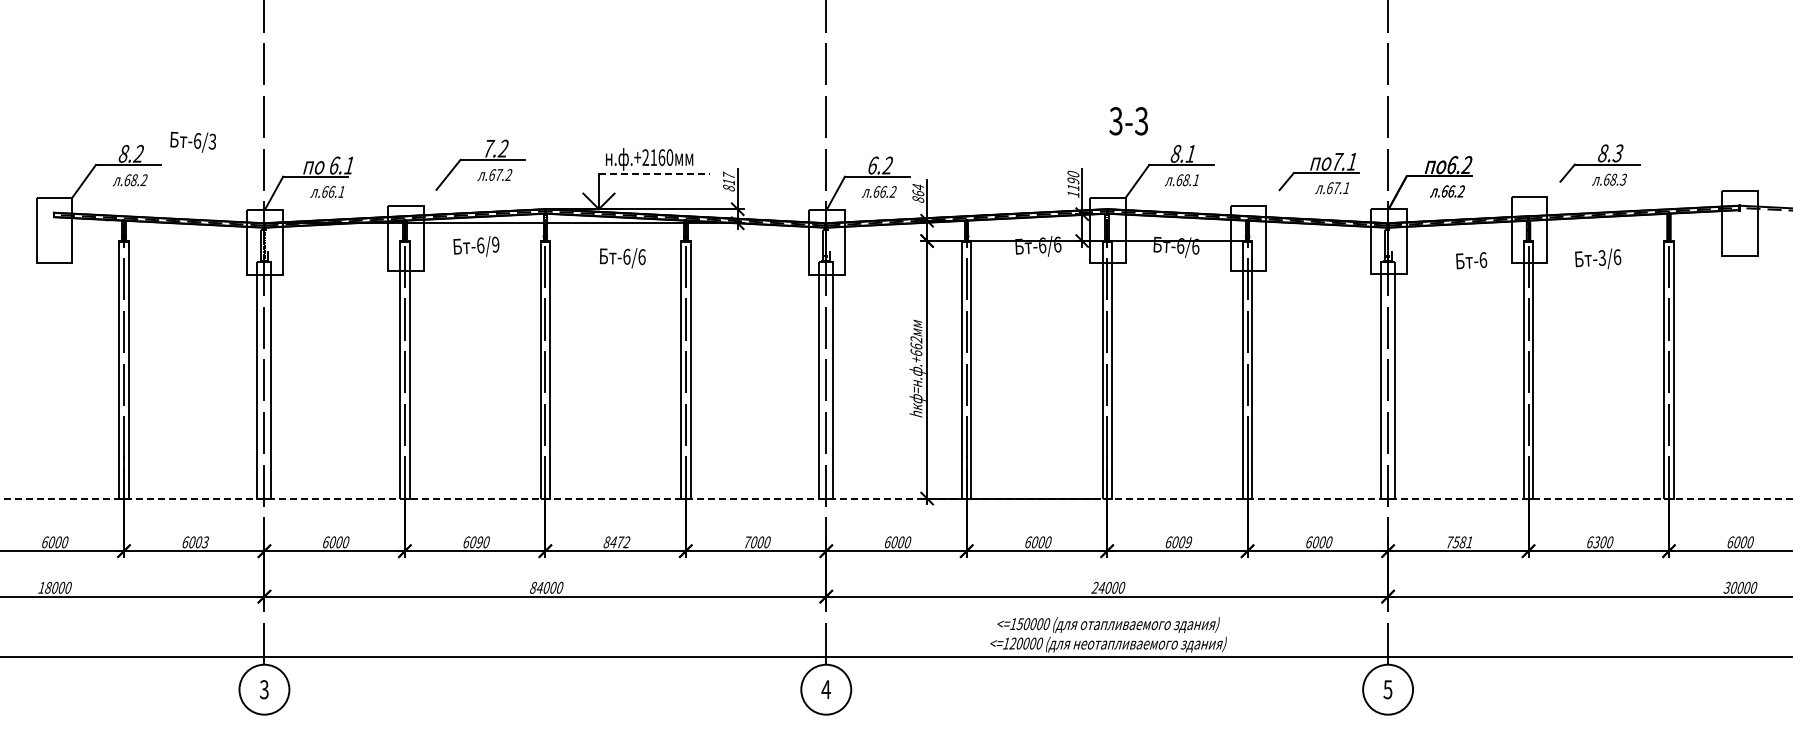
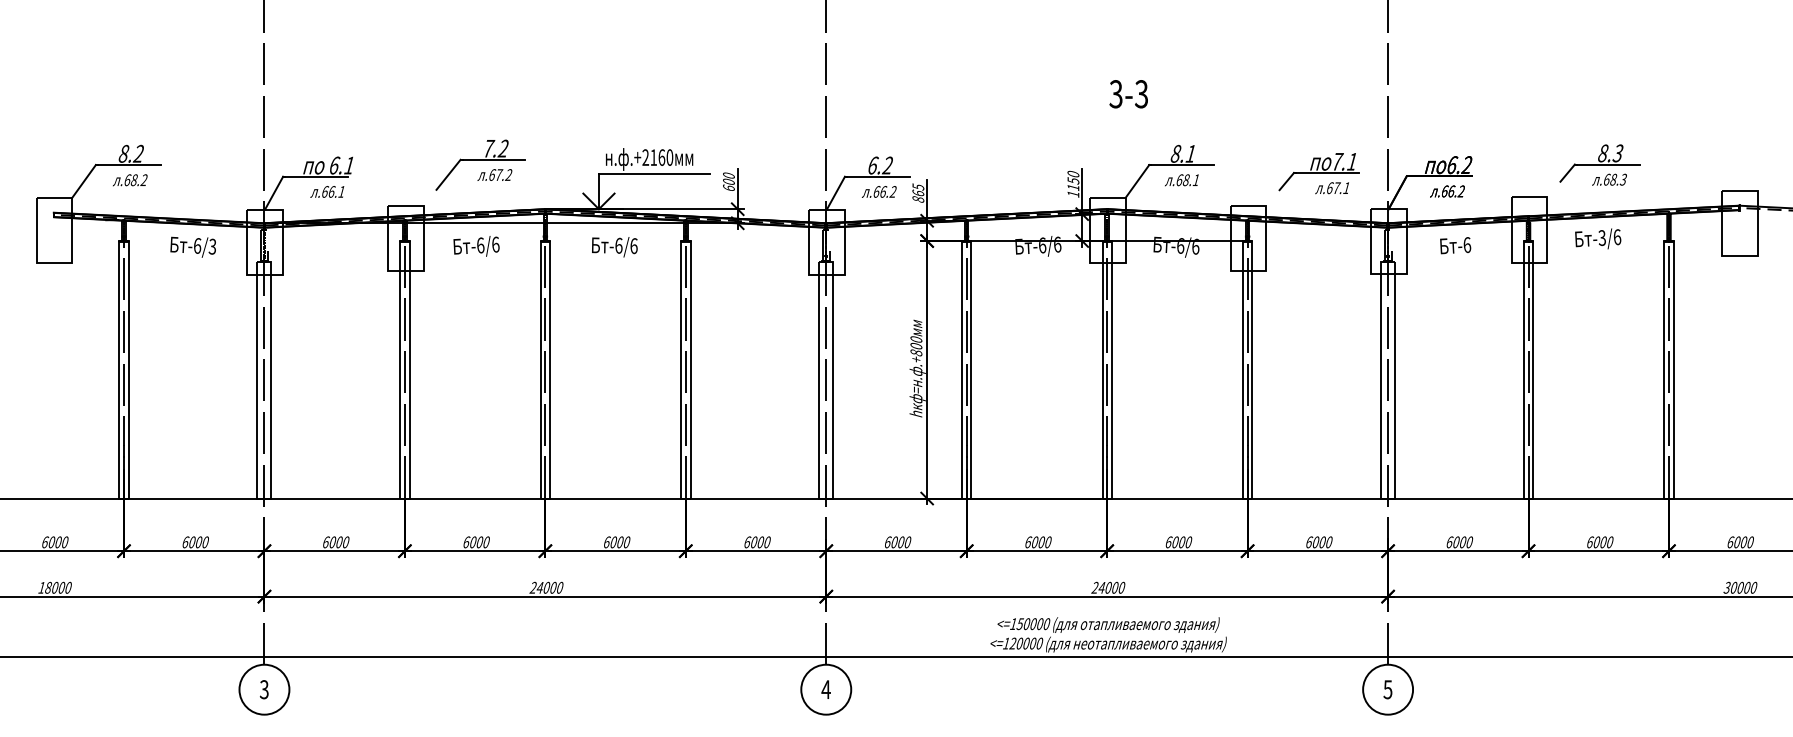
text at (1128, 121) position: (1128, 121) -> (1128, 94)
text at (192, 141) position: (192, 141) -> (192, 246)
line at (654, 174): dashed -> solid
text at (1073, 180): 1190 -> 1150
text at (728, 181): 817 -> 600
text at (918, 186): 864 -> 865
text at (495, 244): -6/9 -> -6/6
text at (622, 258) position: (622, 258) -> (614, 247)
text at (1598, 258) position: (1598, 258) -> (1598, 238)
text at (1471, 260) position: (1471, 260) -> (1455, 245)
text at (916, 346): .+662 -> .+800
line at (896, 498): dashed -> solid
text at (204, 542): 6003 -> 6000
text at (479, 542): 6090 -> 6000
text at (616, 542): 8472 -> 6000
text at (747, 542): 7000 -> 6000
text at (1188, 542): 6009 -> 6000
text at (1459, 542): 7581 -> 6000
text at (1596, 542): 6300 -> 6000
text at (532, 587): 84000 -> 24000
